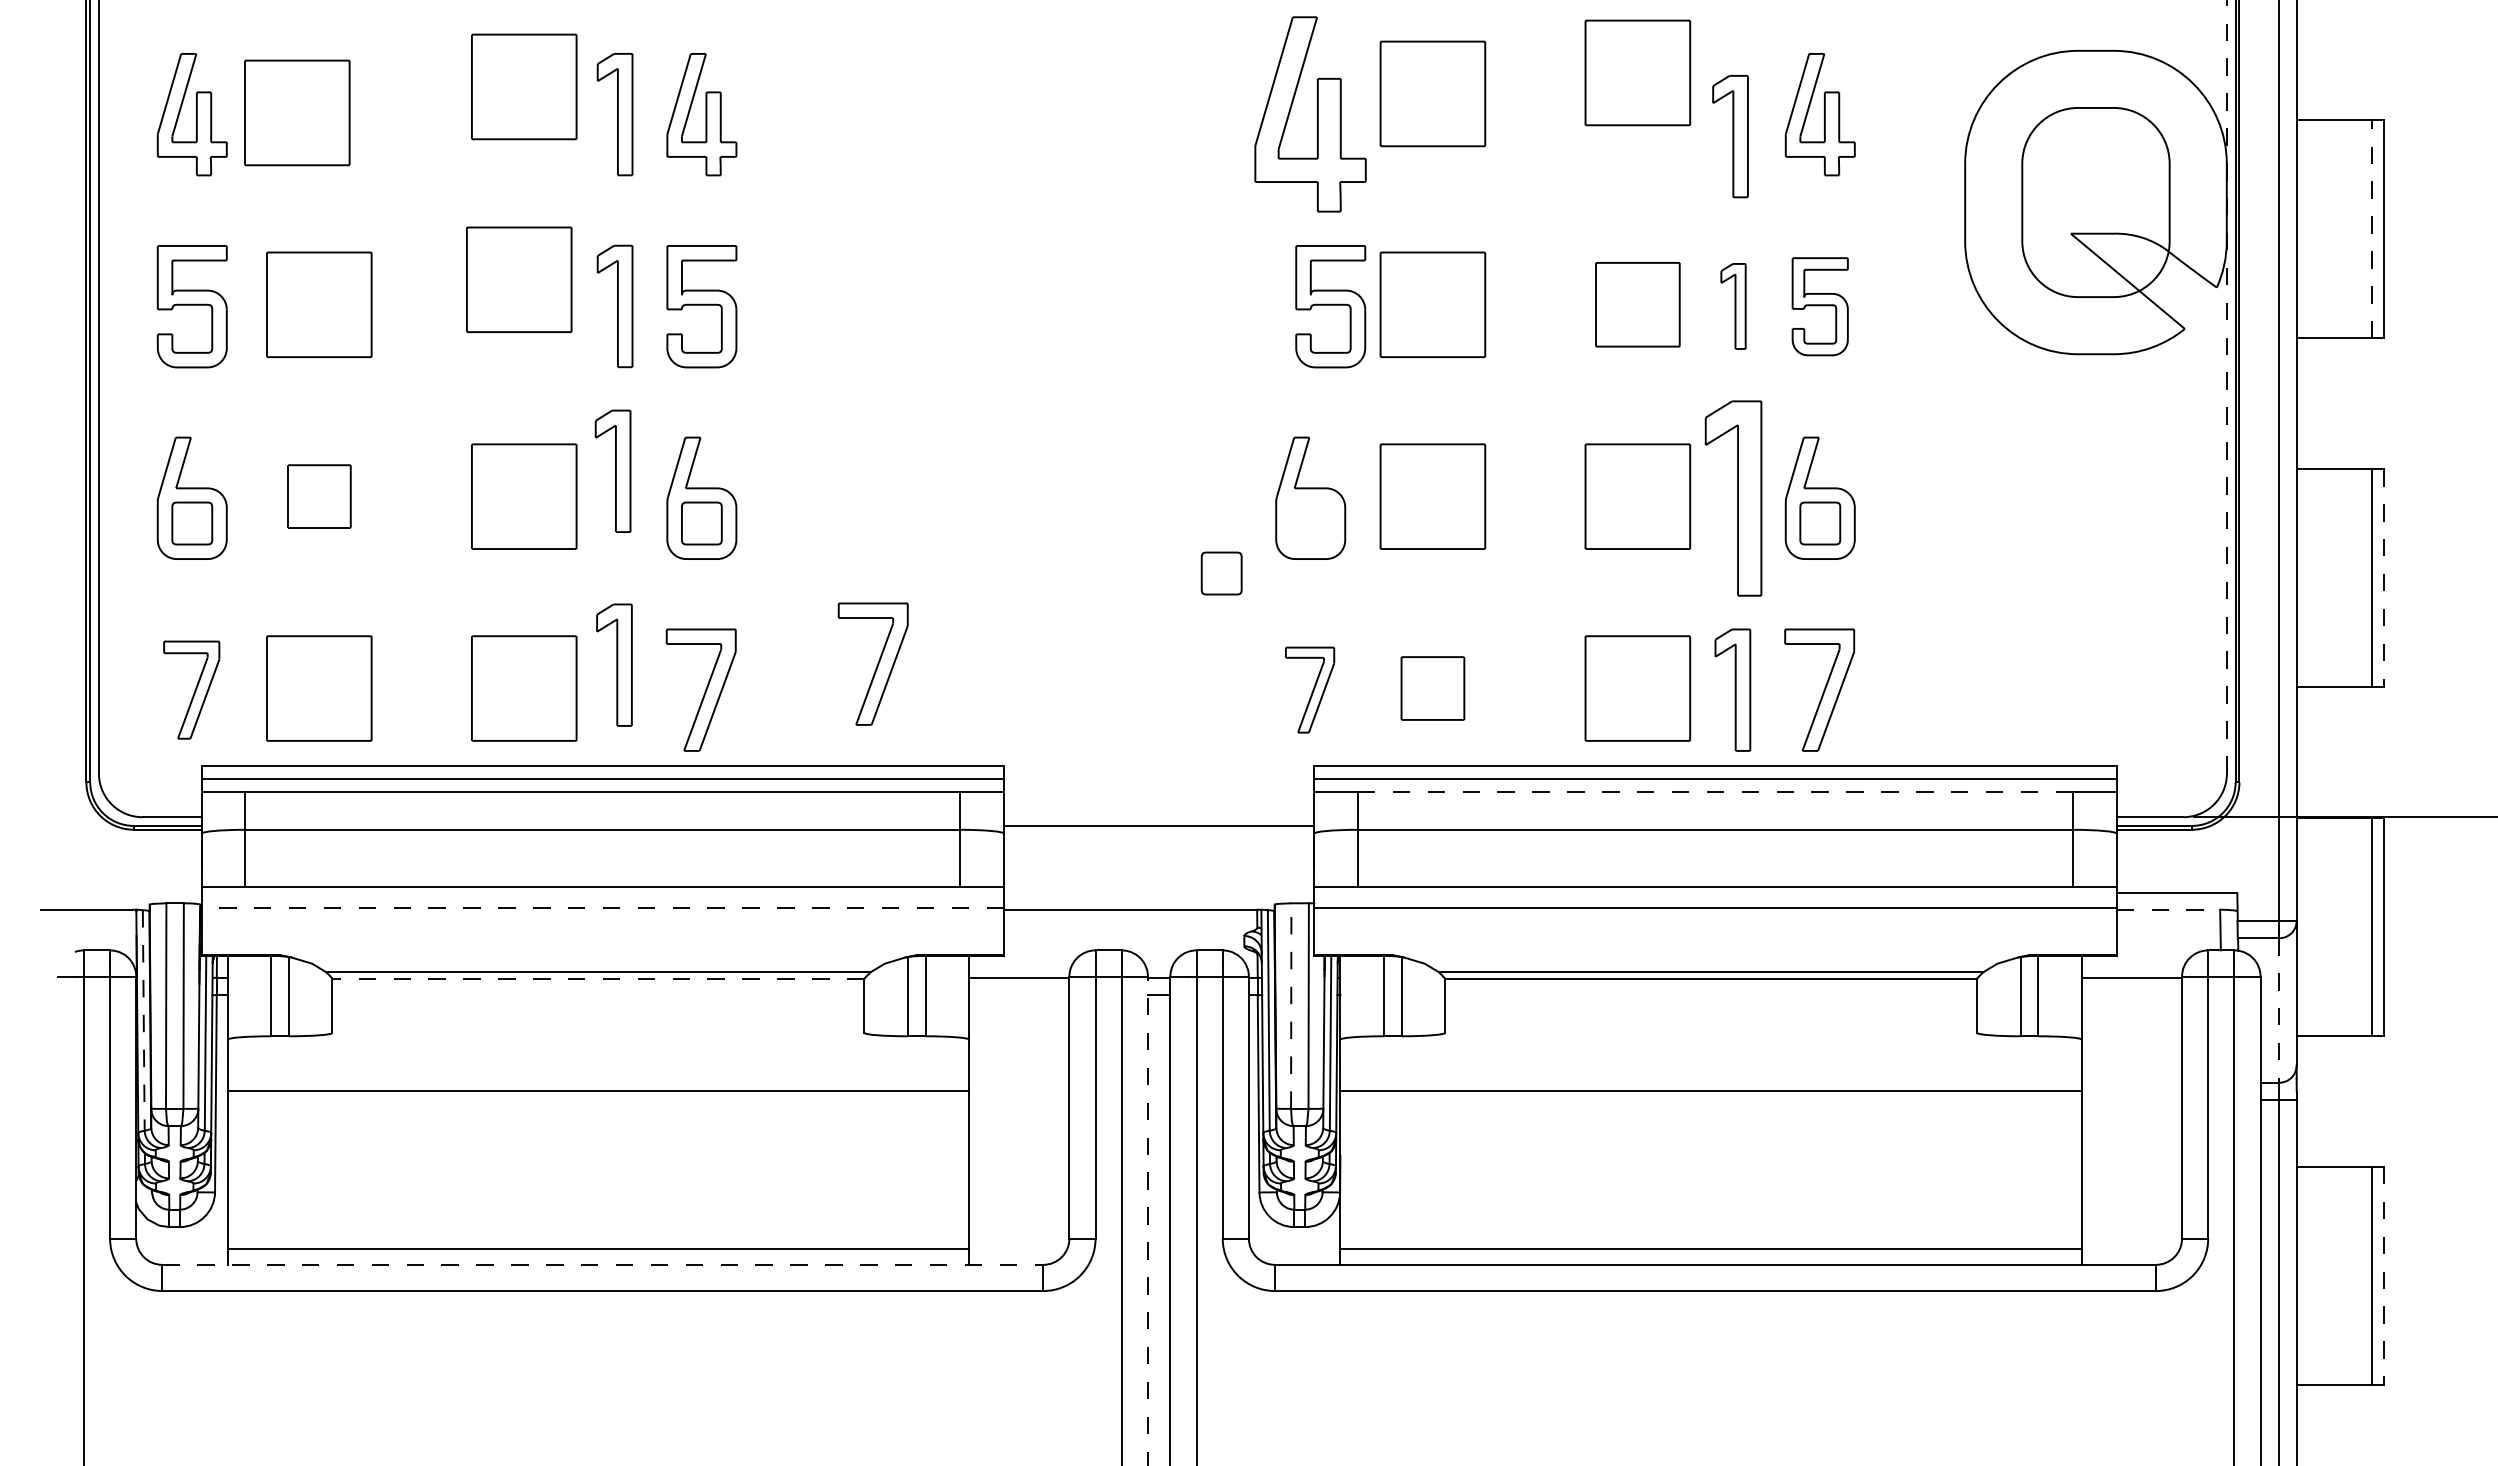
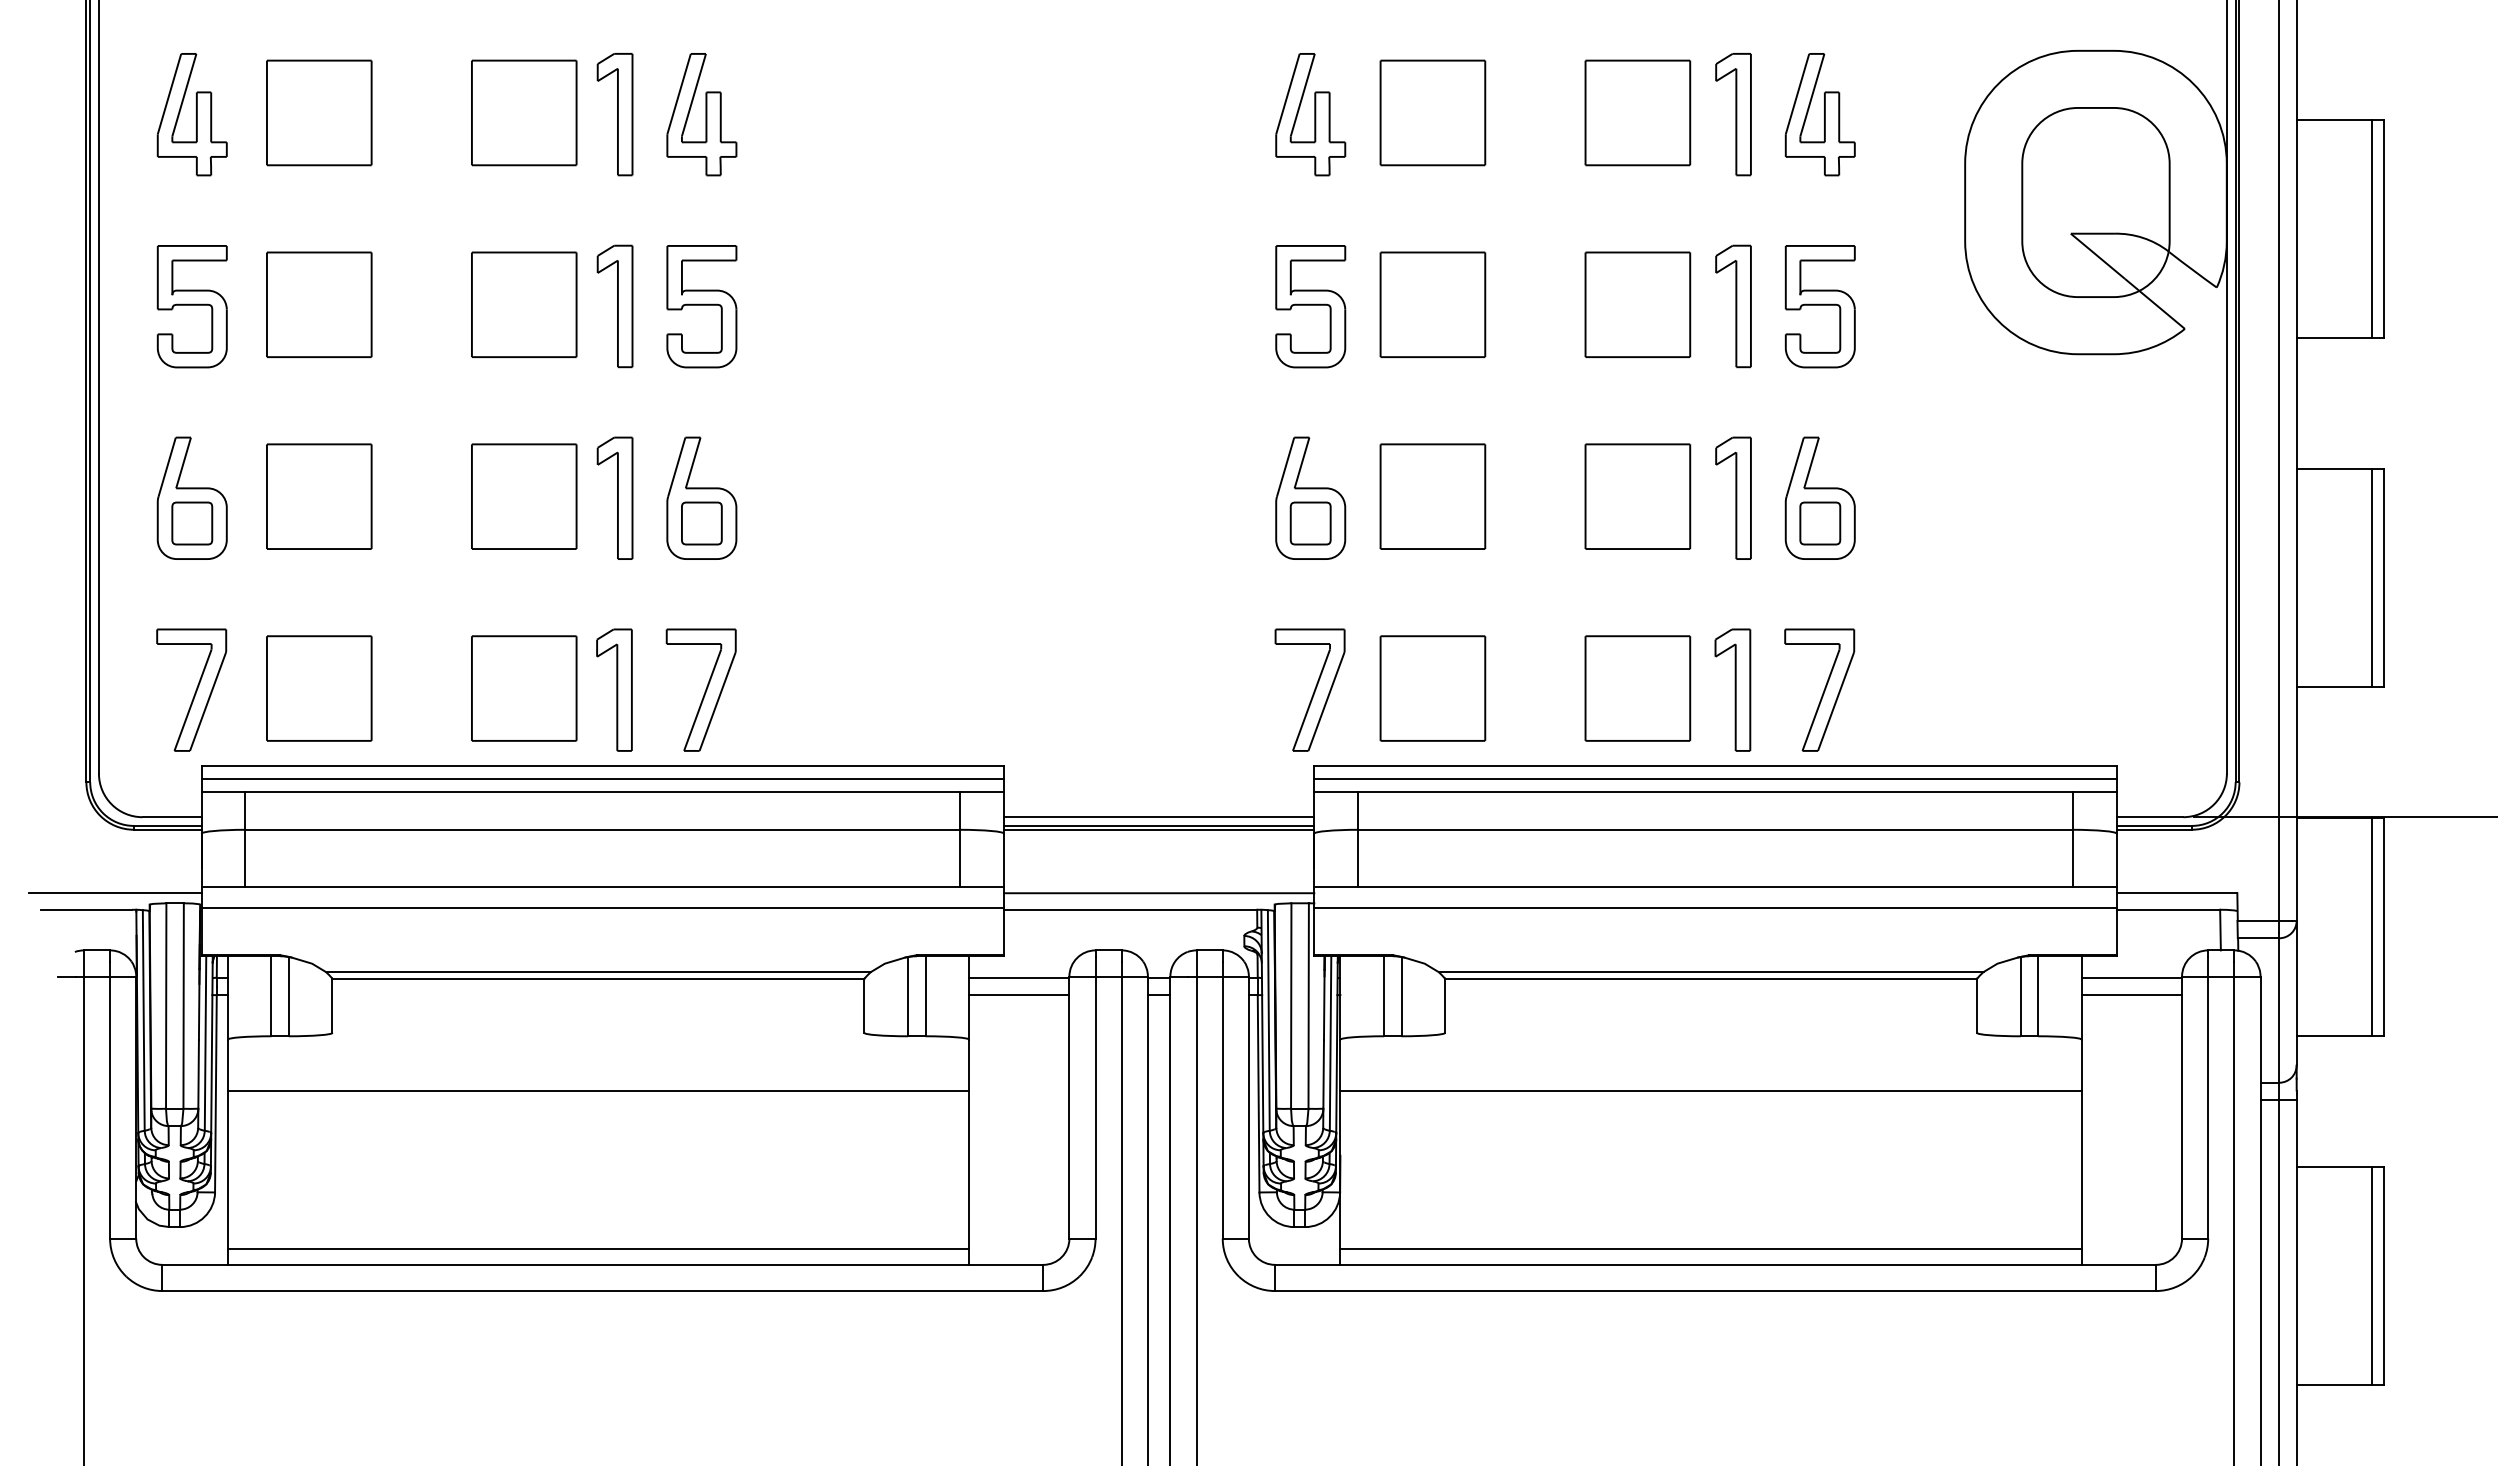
part at (1637, 72) position: (1637, 72) -> (1637, 112)
part at (524, 86) position: (524, 86) -> (524, 112)
part at (1432, 93) position: (1432, 93) -> (1432, 112)
part at (297, 112) position: (297, 112) -> (319, 112)
part at (1310, 114) size: 113x197 px -> 72x124 px
part at (1730, 136) position: (1730, 136) -> (1733, 114)
line at (2372, 228): dashed -> solid
part at (519, 279) position: (519, 279) -> (524, 304)
part at (1637, 304) size: 86x86 px -> 108x107 px
part at (1330, 306) position: (1330, 306) -> (1310, 306)
part at (1733, 306) size: 27x87 px -> 37x125 px
part at (1819, 306) size: 58x100 px -> 72x124 px
line at (2226, 386): dashed -> solid
part at (612, 470) position: (612, 470) -> (614, 497)
part at (319, 496) size: 65x65 px -> 107x107 px
part at (1733, 498) size: 59x197 px -> 37x124 px
part at (1221, 573) position: (1221, 573) -> (1310, 523)
line at (2384, 578): dashed -> solid
part at (872, 663): present -> none
part at (614, 664) position: (614, 664) -> (614, 689)
part at (1432, 688) size: 66x65 px -> 108x107 px
part at (191, 689) size: 58x100 px -> 72x124 px
part at (1310, 689) size: 51x88 px -> 72x124 px
line at (1715, 791): dashed -> solid
line at (1159, 817): none -> present
line at (1159, 829): none -> present
line at (115, 893): none -> present
line at (1159, 893): none -> present
line at (602, 908): dashed -> solid
line at (2168, 909): dashed -> solid
line at (598, 978): dashed -> solid
line at (1019, 995): none -> present
line at (2131, 995): none -> present
line at (1291, 1006): dashed -> solid
line at (2279, 1011): dashed -> solid
line at (143, 1020): dashed -> solid
line at (1147, 1220): dashed -> solid
line at (603, 1264): dashed -> solid
line at (2384, 1276): dashed -> solid
